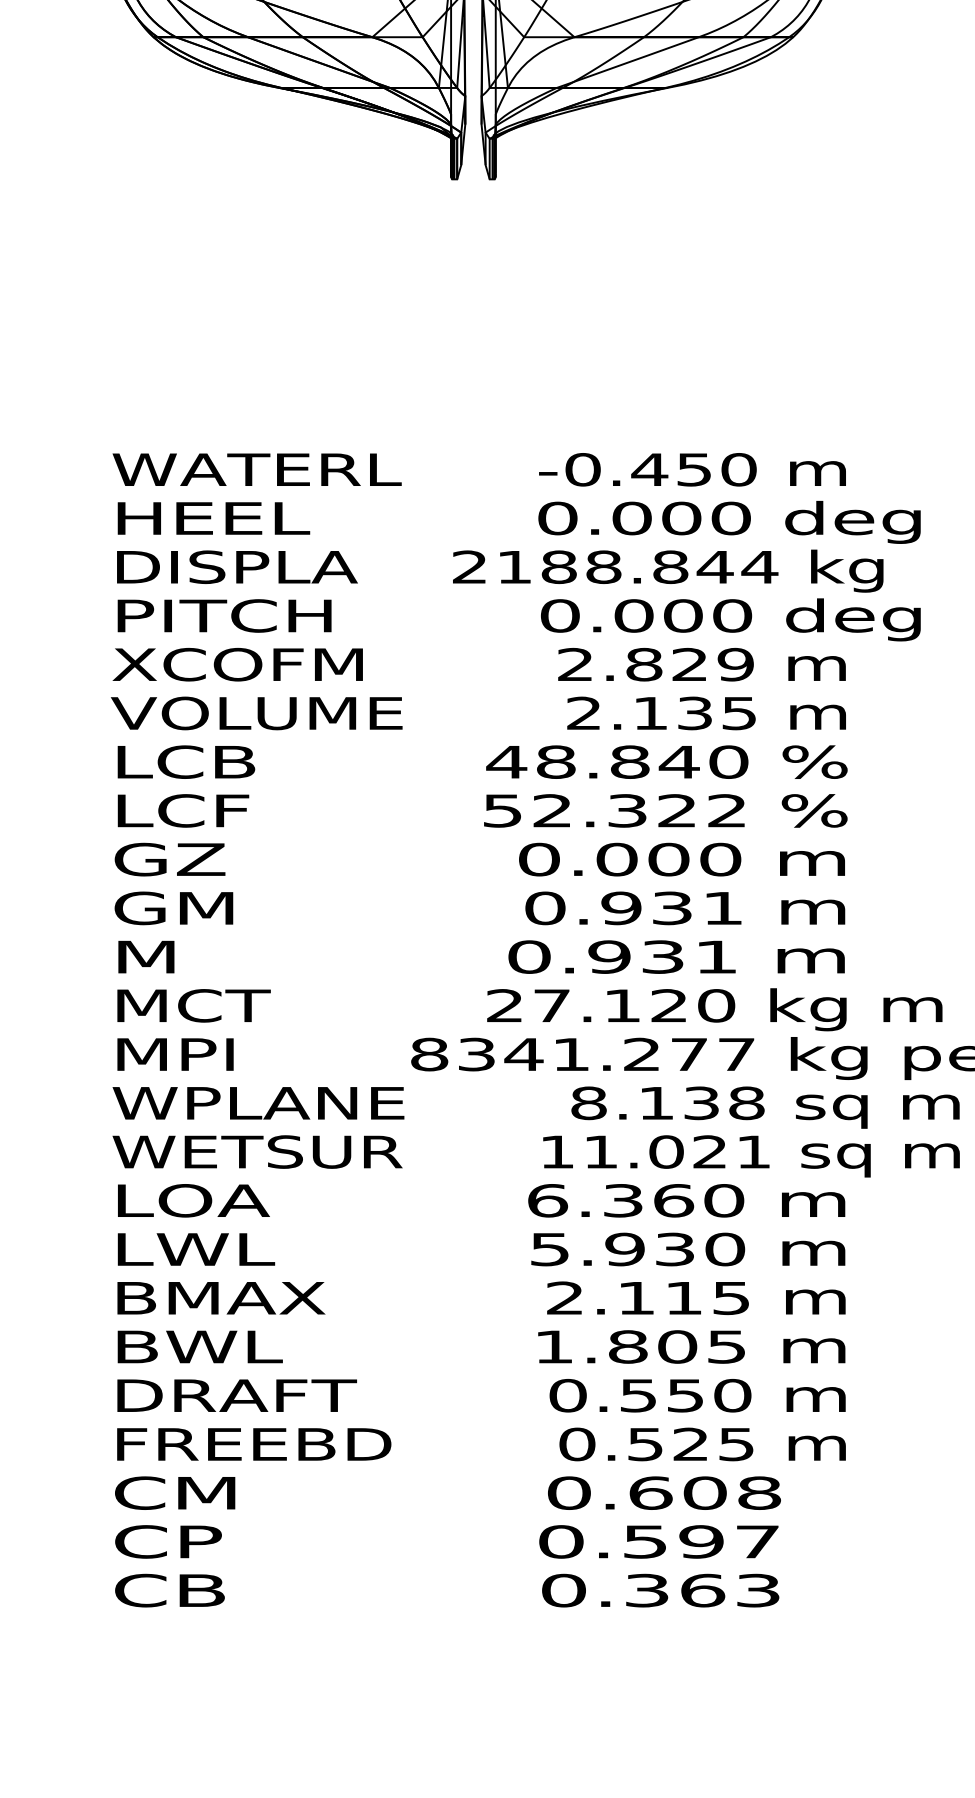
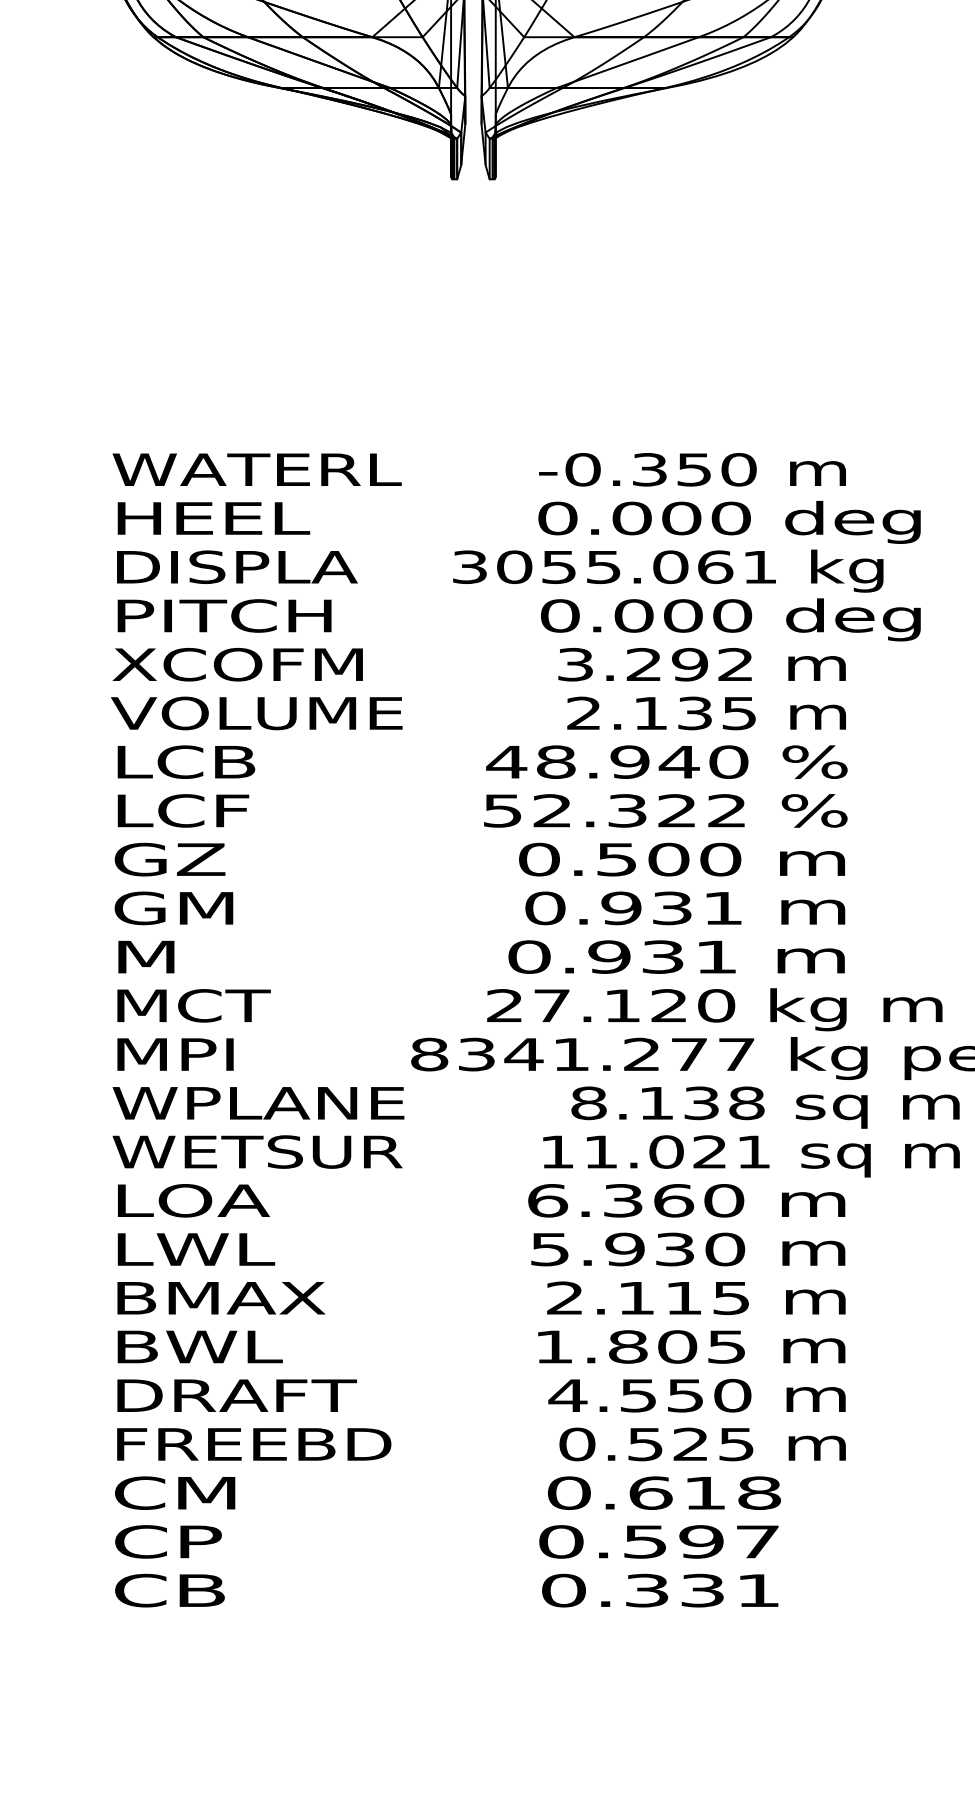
text at (649, 469): -0.450 -> -0.350
text at (615, 567): 2188.844 -> 3055.061
text at (655, 664): 2.829 -> 3.292
text at (629, 761): 48.840 -> 48.940
text at (616, 859): 0.000 -> 0.500
text at (567, 1395): 0.550 -> 4.550
text at (704, 1492): 0.608 -> 0.618
text at (730, 1590): 0.363 -> 0.331
